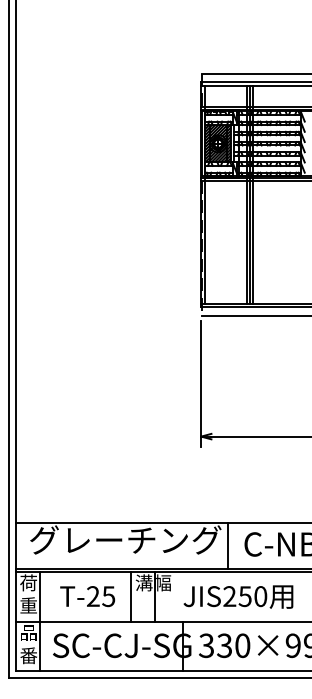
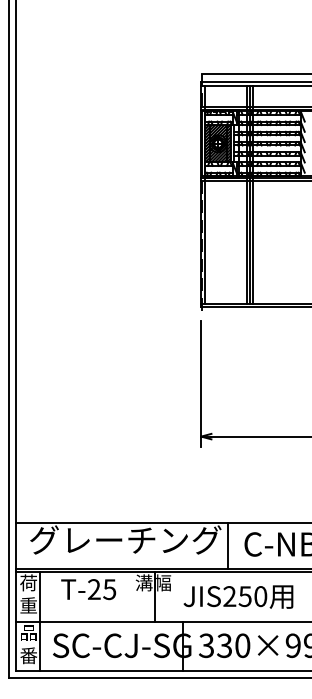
line at (255, 315): present -> none
text at (87, 596) position: (87, 596) -> (88, 589)
line at (131, 596): present -> none
